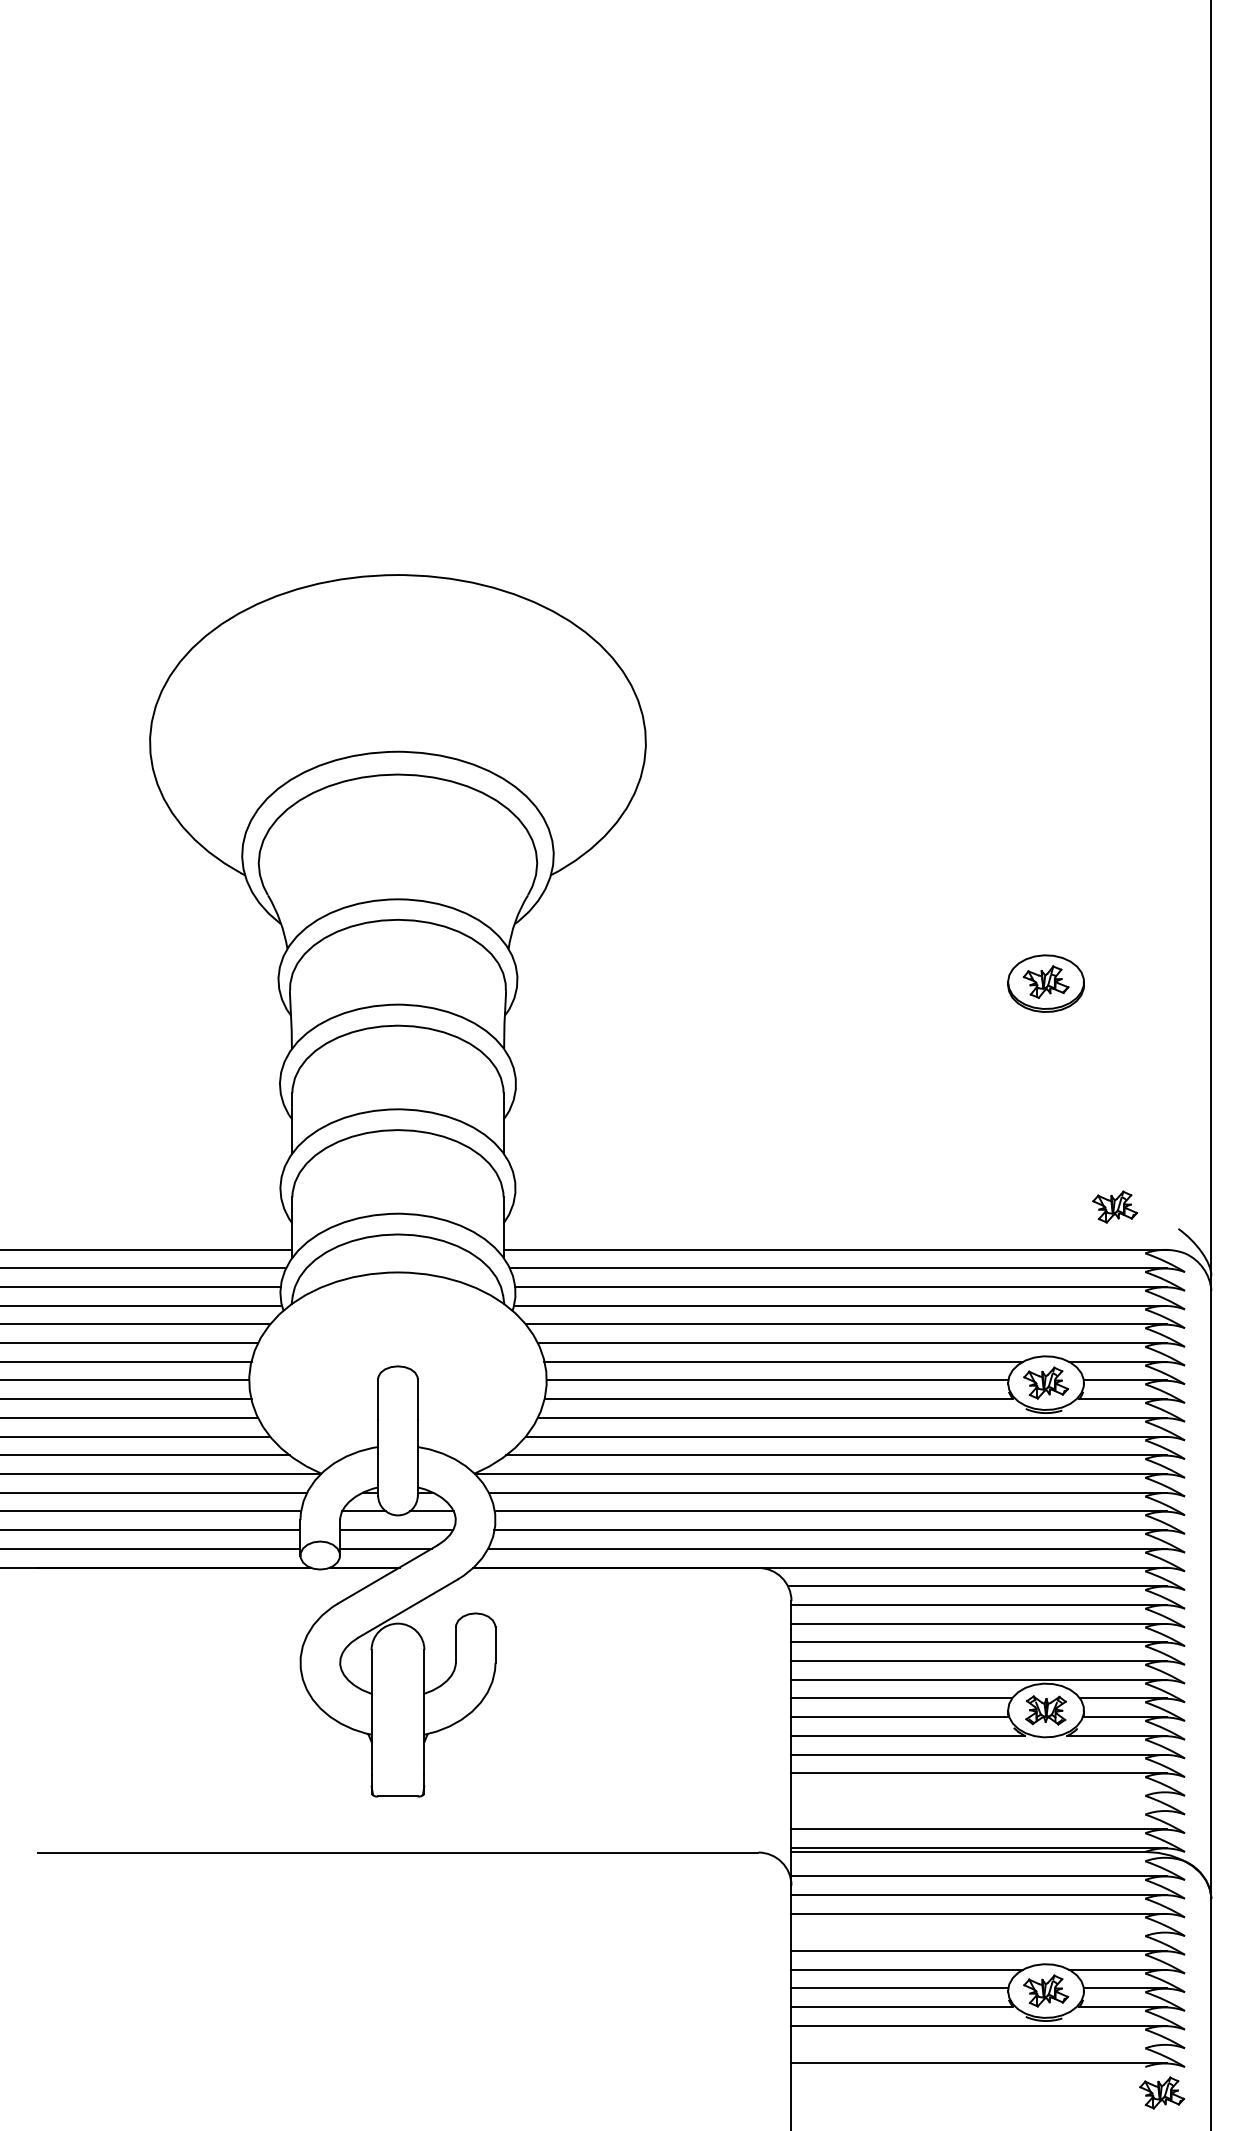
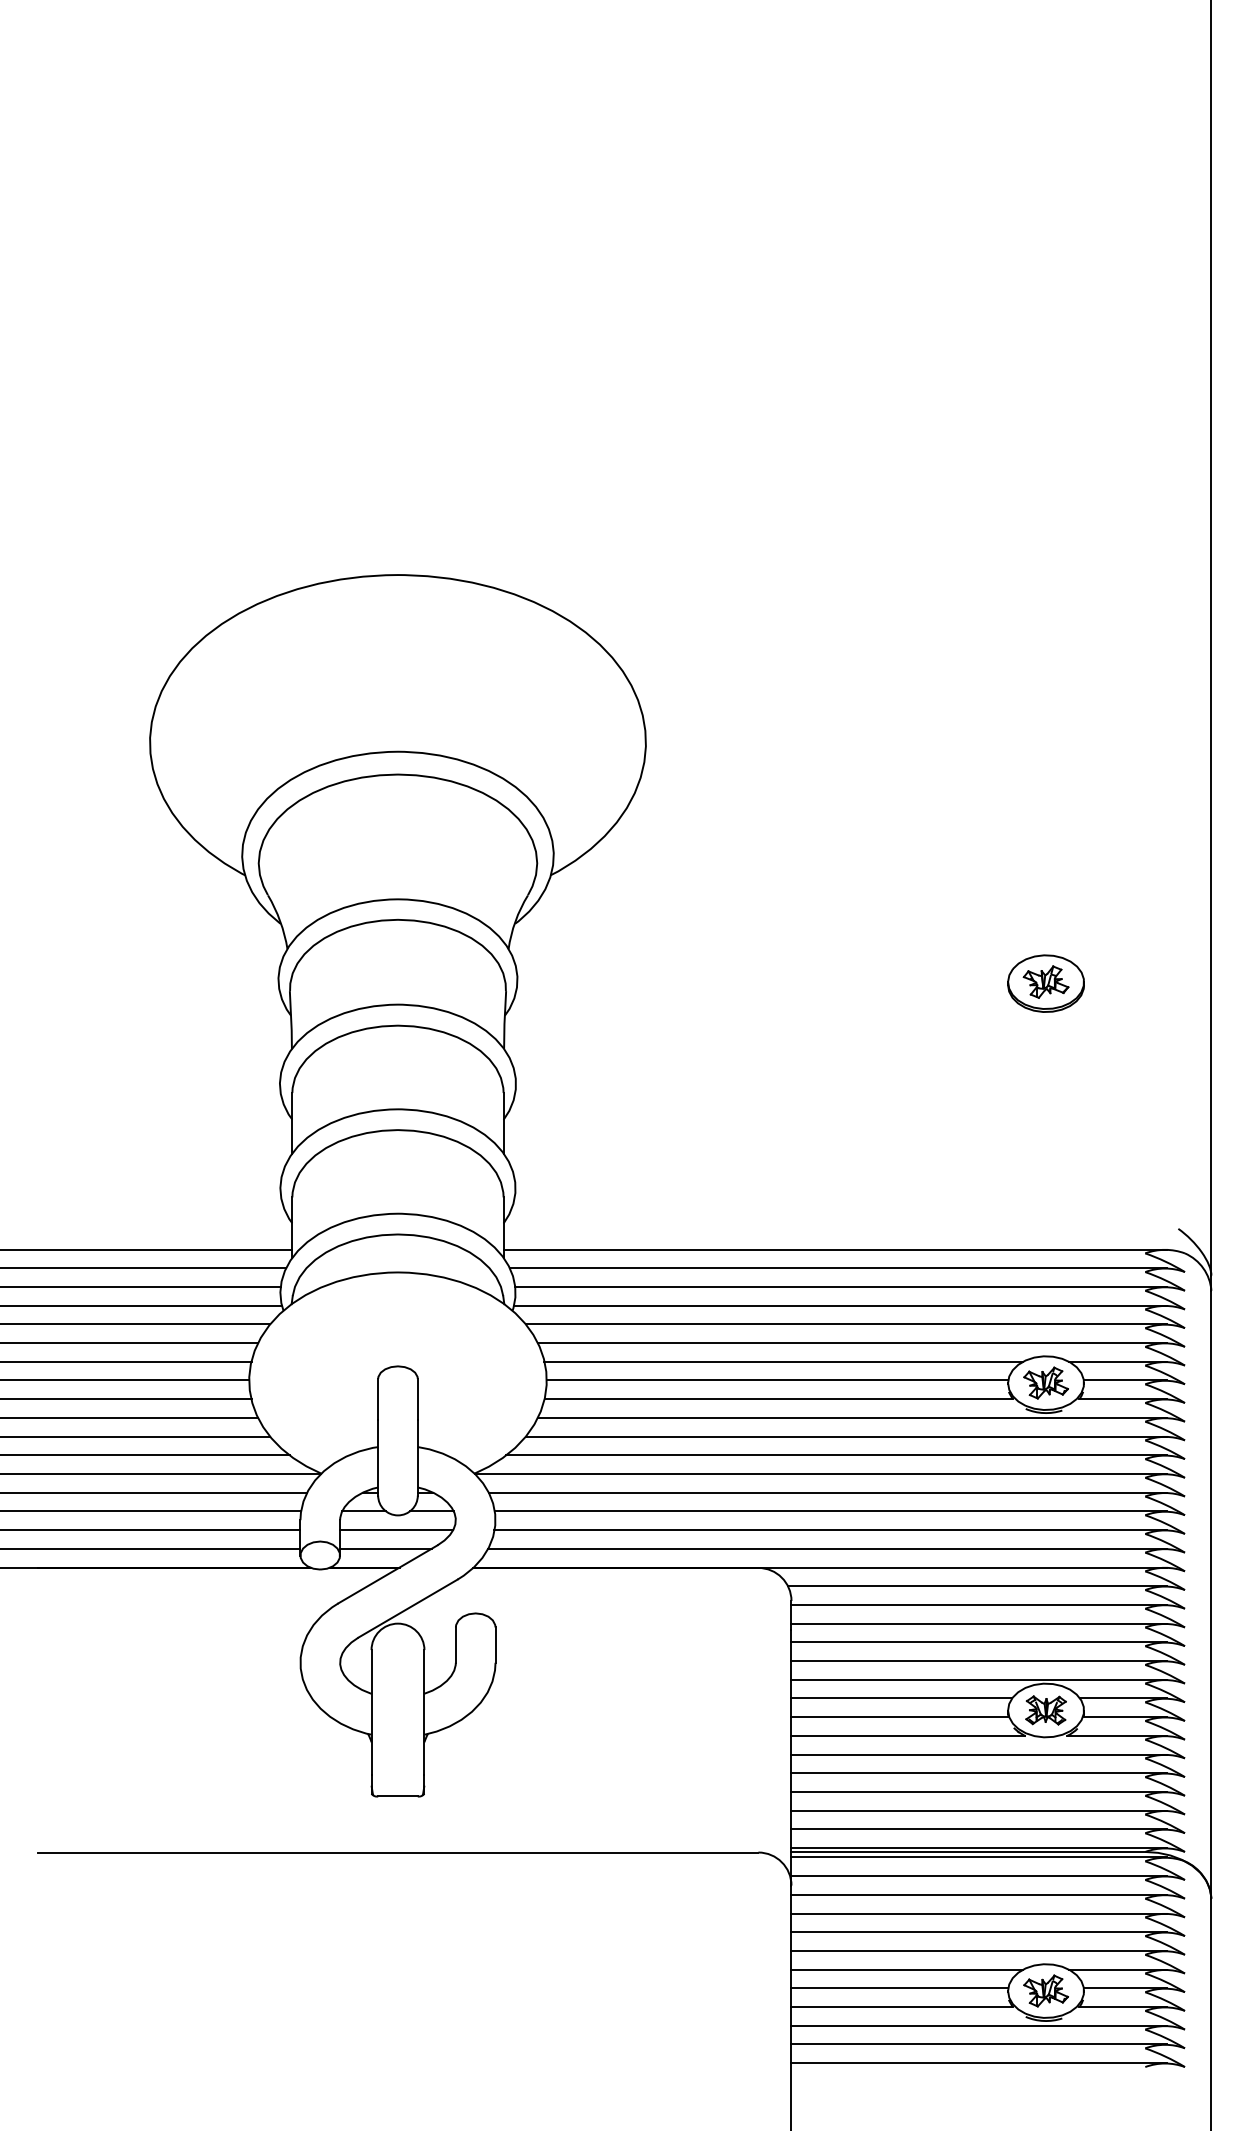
part at (1114, 1206): present -> none
line at (979, 1791): none -> present
line at (979, 1810): none -> present
line at (979, 1857): none -> present
line at (979, 1932): none -> present
line at (979, 2044): none -> present
part at (1161, 2092): present -> none
